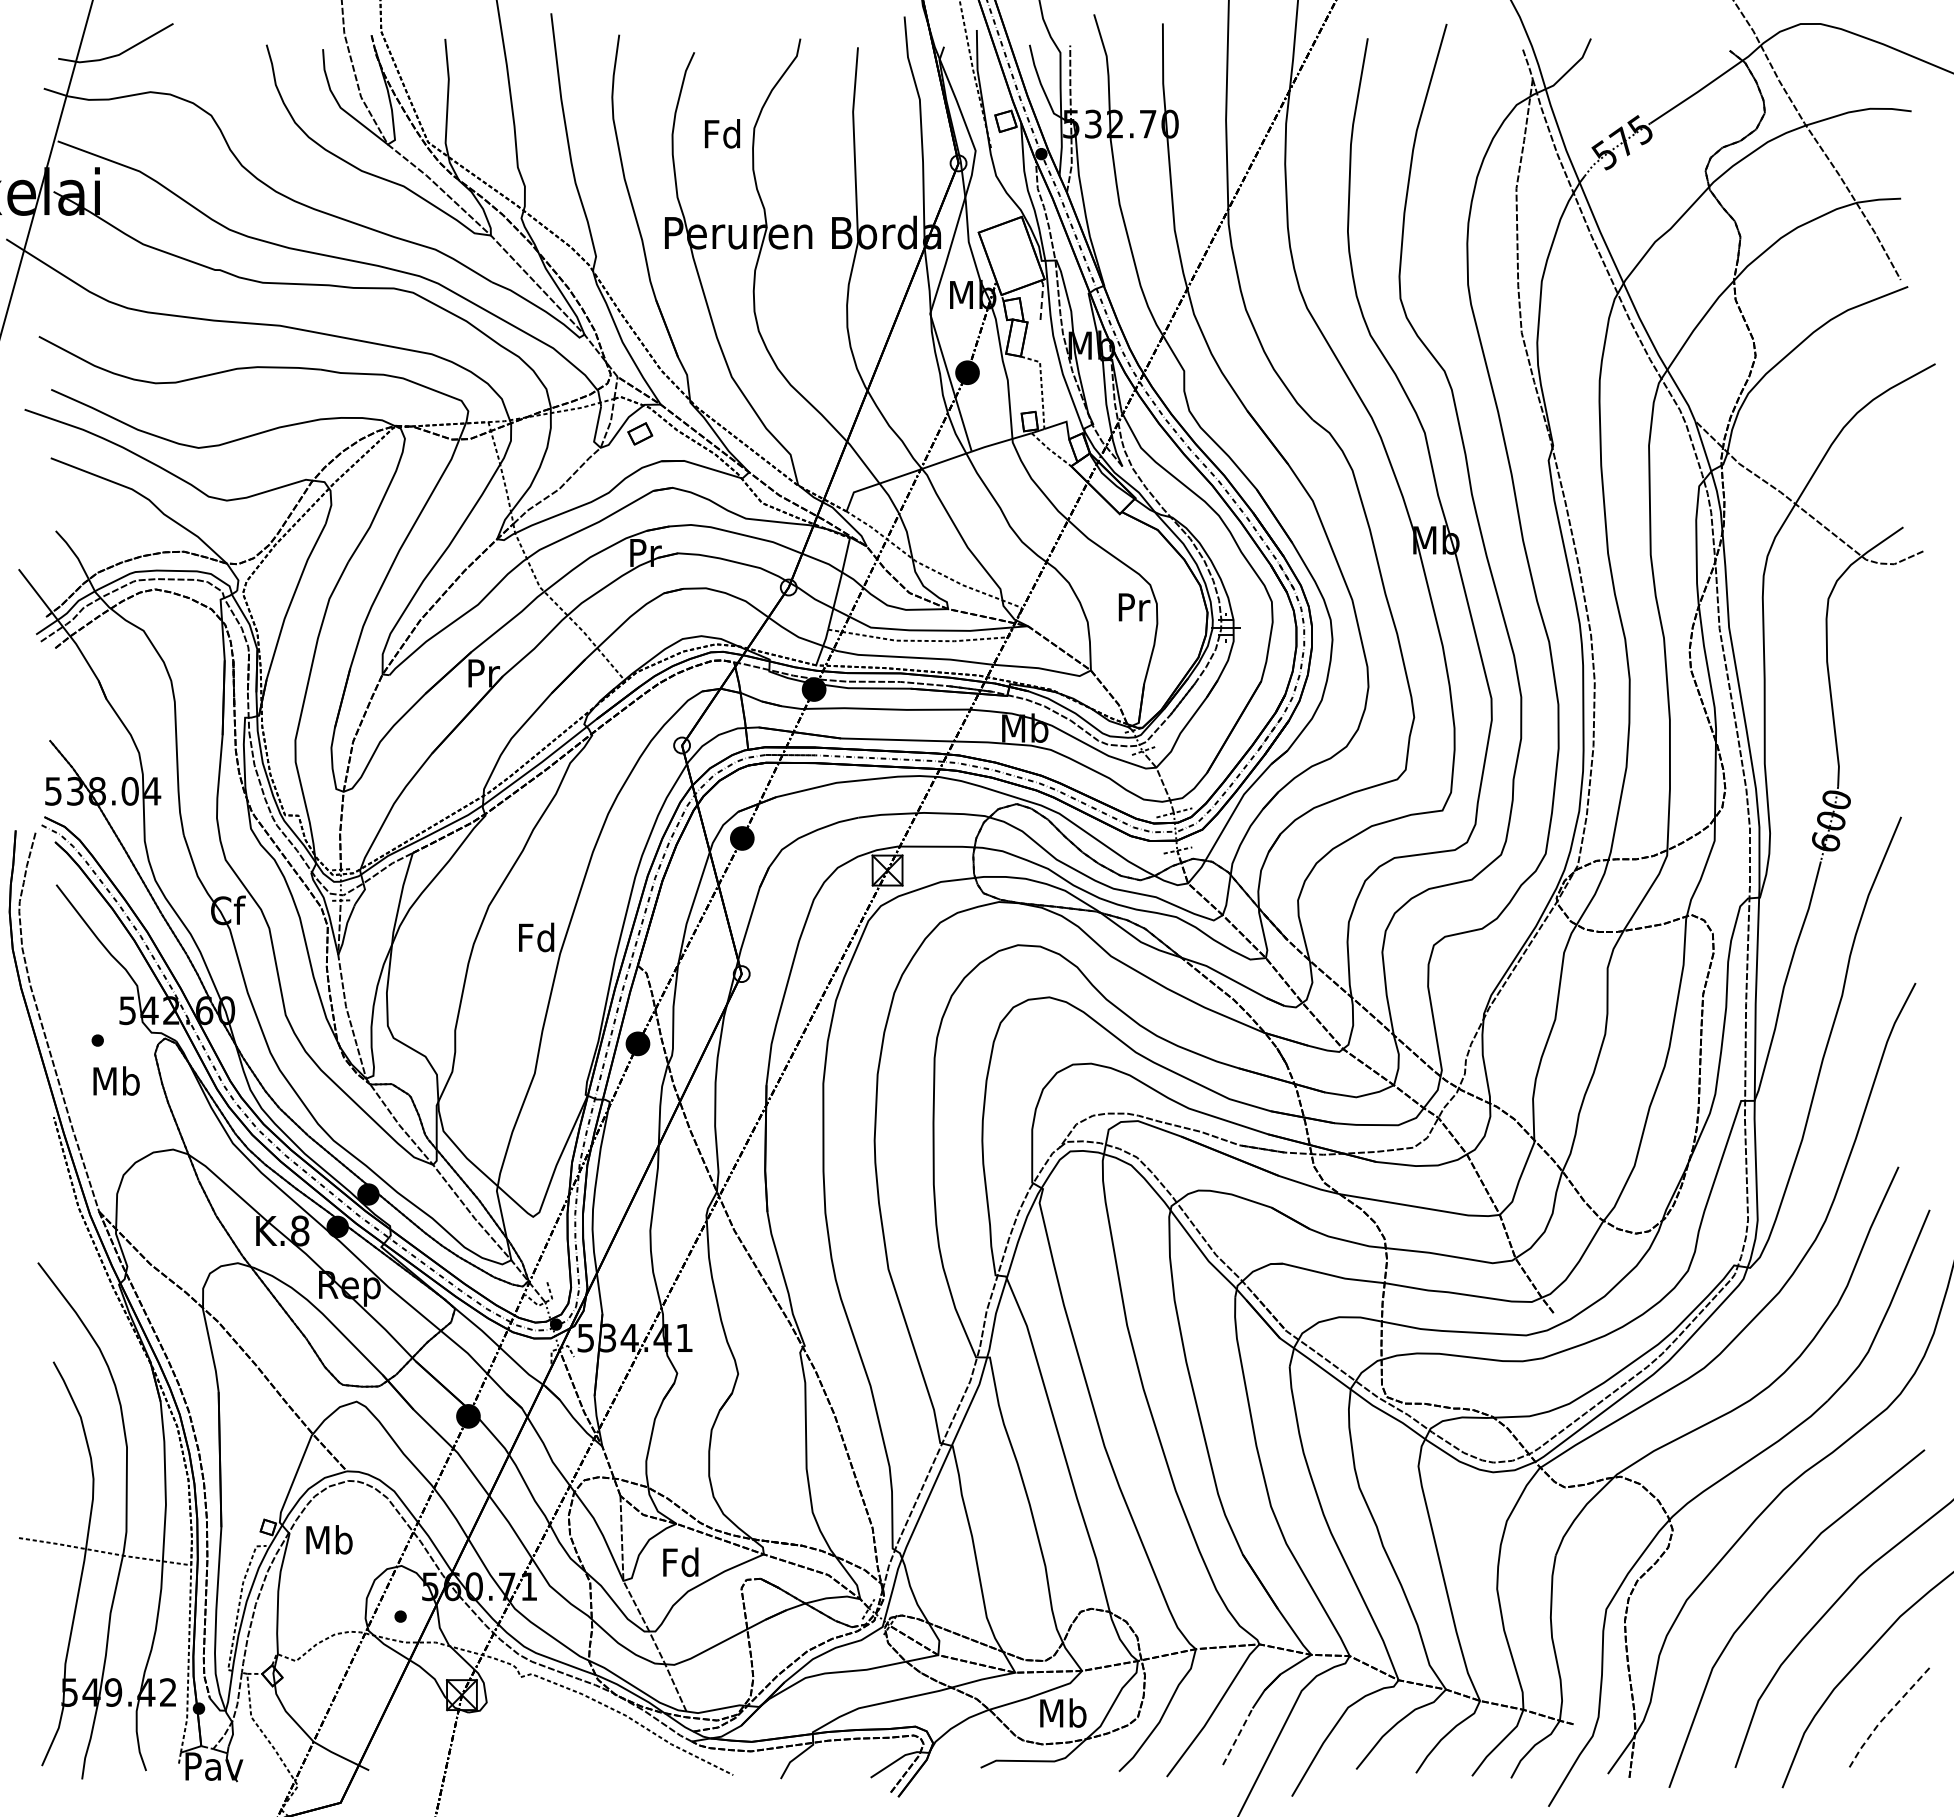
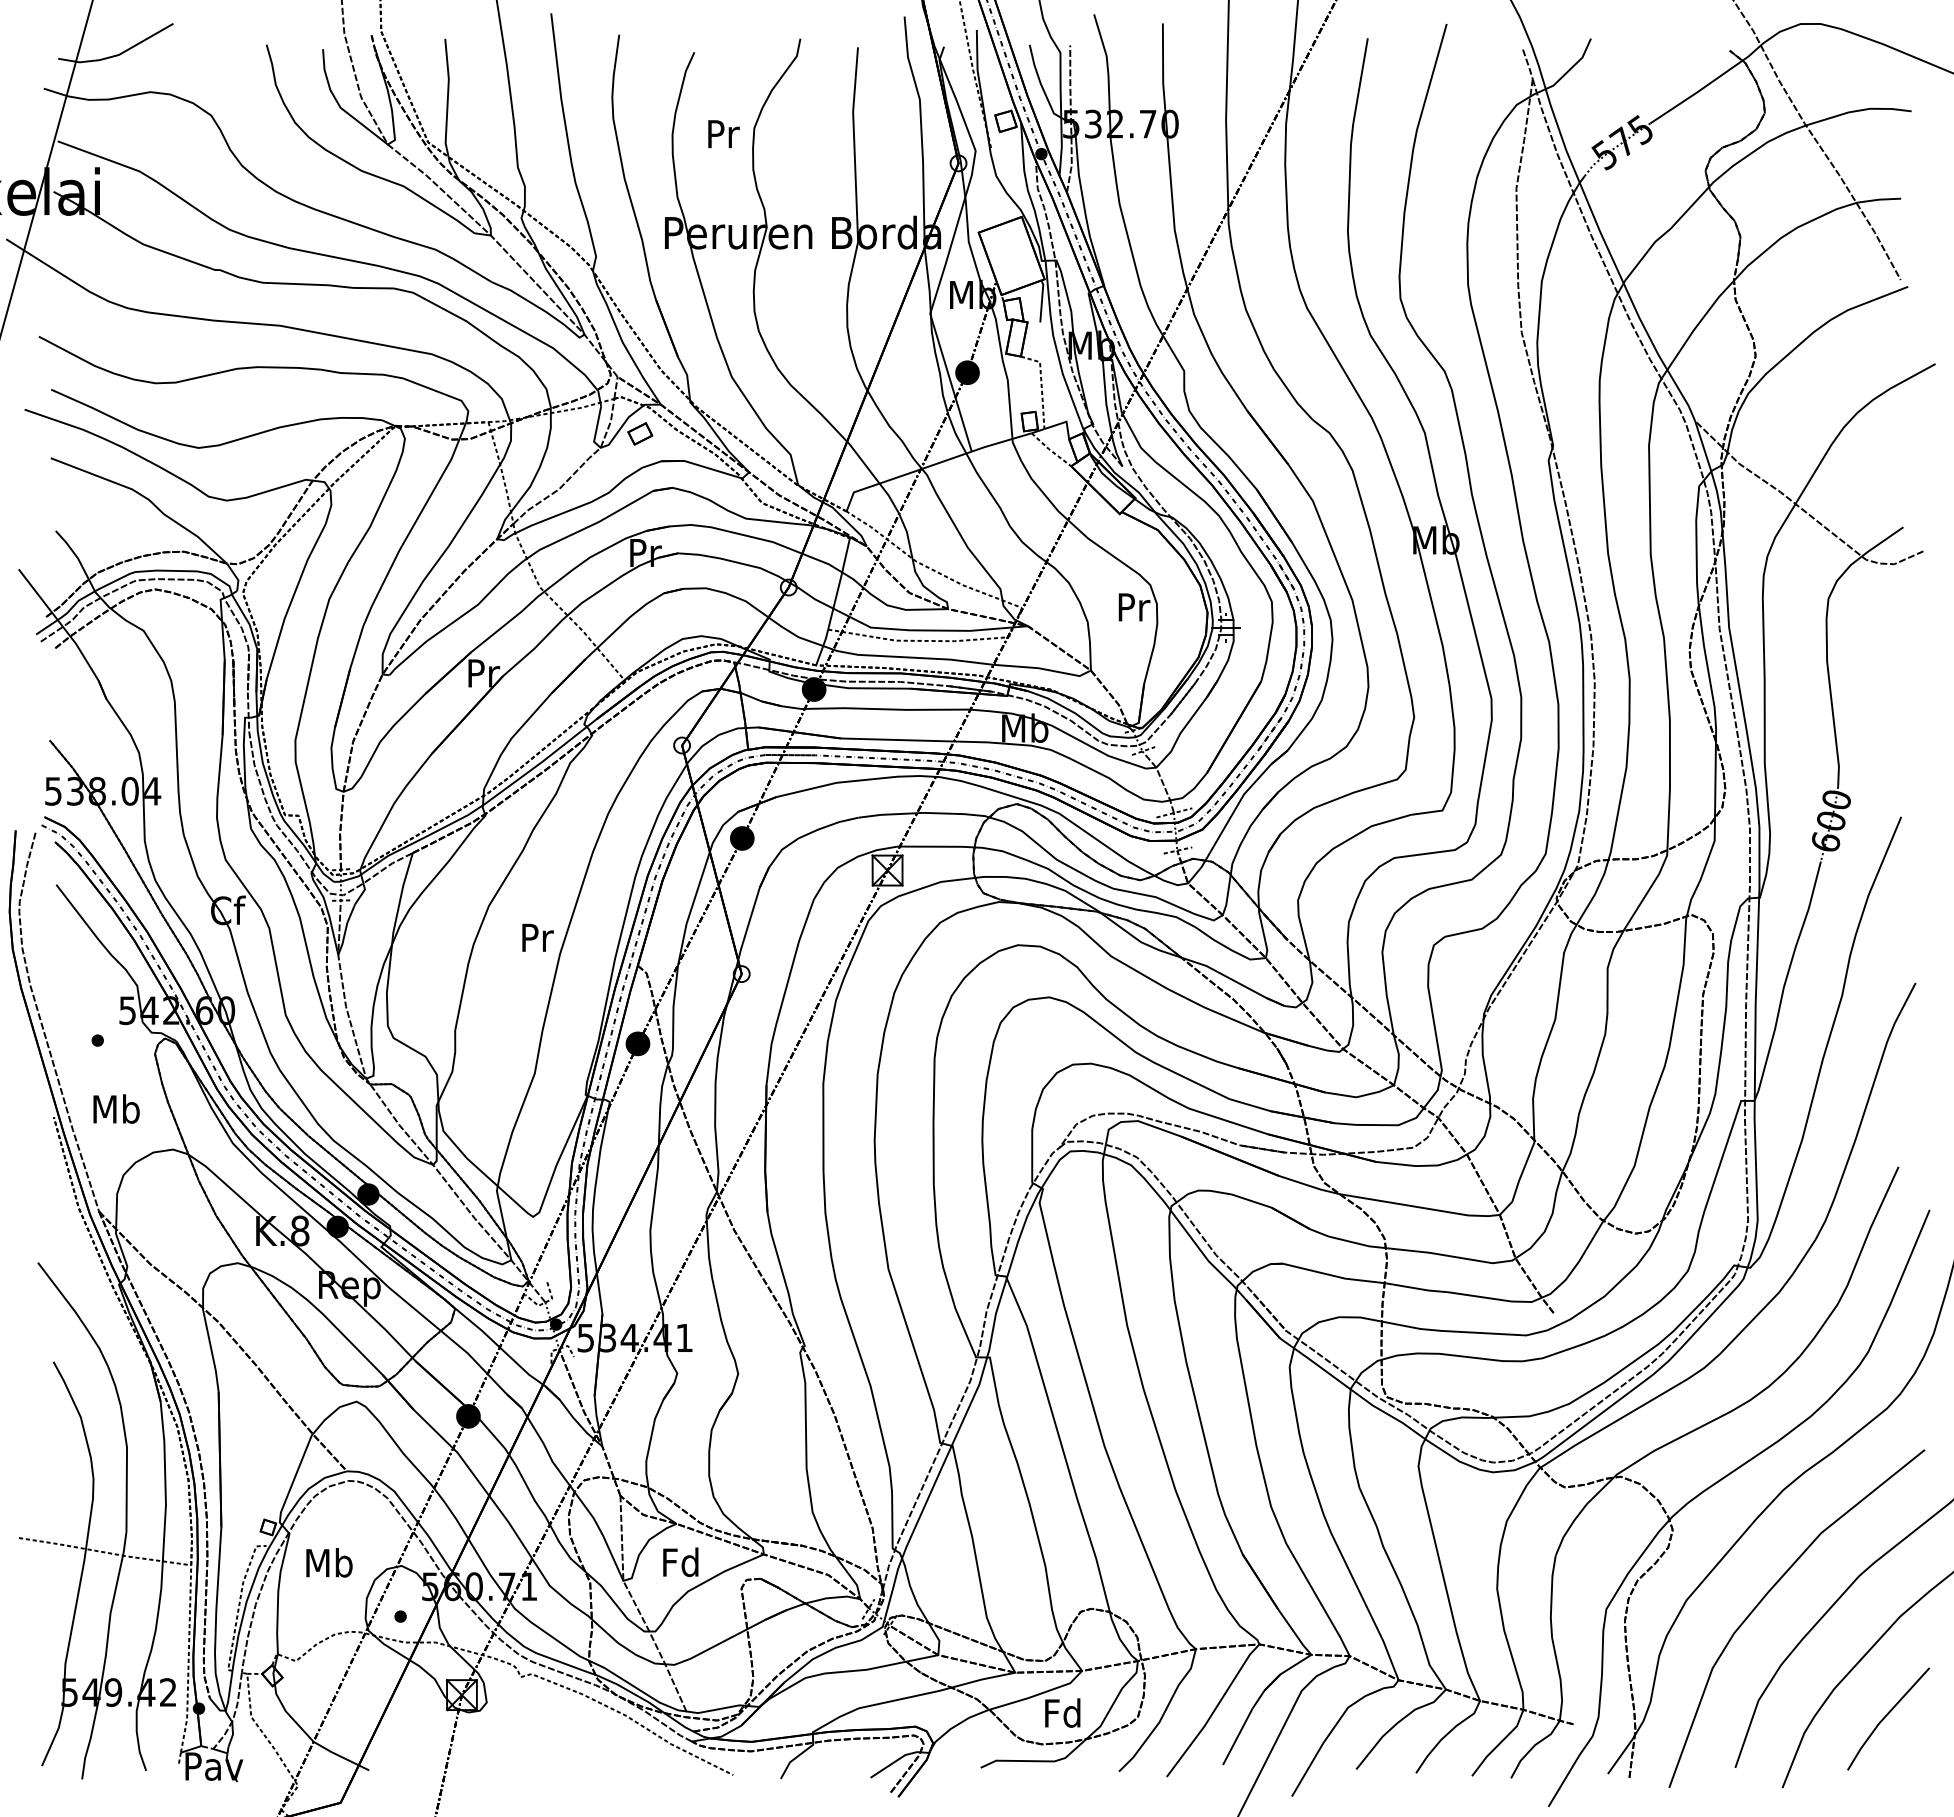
text at (722, 133): Fd -> Pr
line at (1042, 300): dashed -> solid
text at (536, 937): Fd -> Pr
text at (116, 1080) position: (116, 1080) -> (116, 1108)
text at (329, 1539) position: (329, 1539) -> (329, 1562)
text at (1063, 1712): Mb -> Fd
line at (1884, 1717): dashed -> solid
line at (1237, 1736): dashed -> solid
